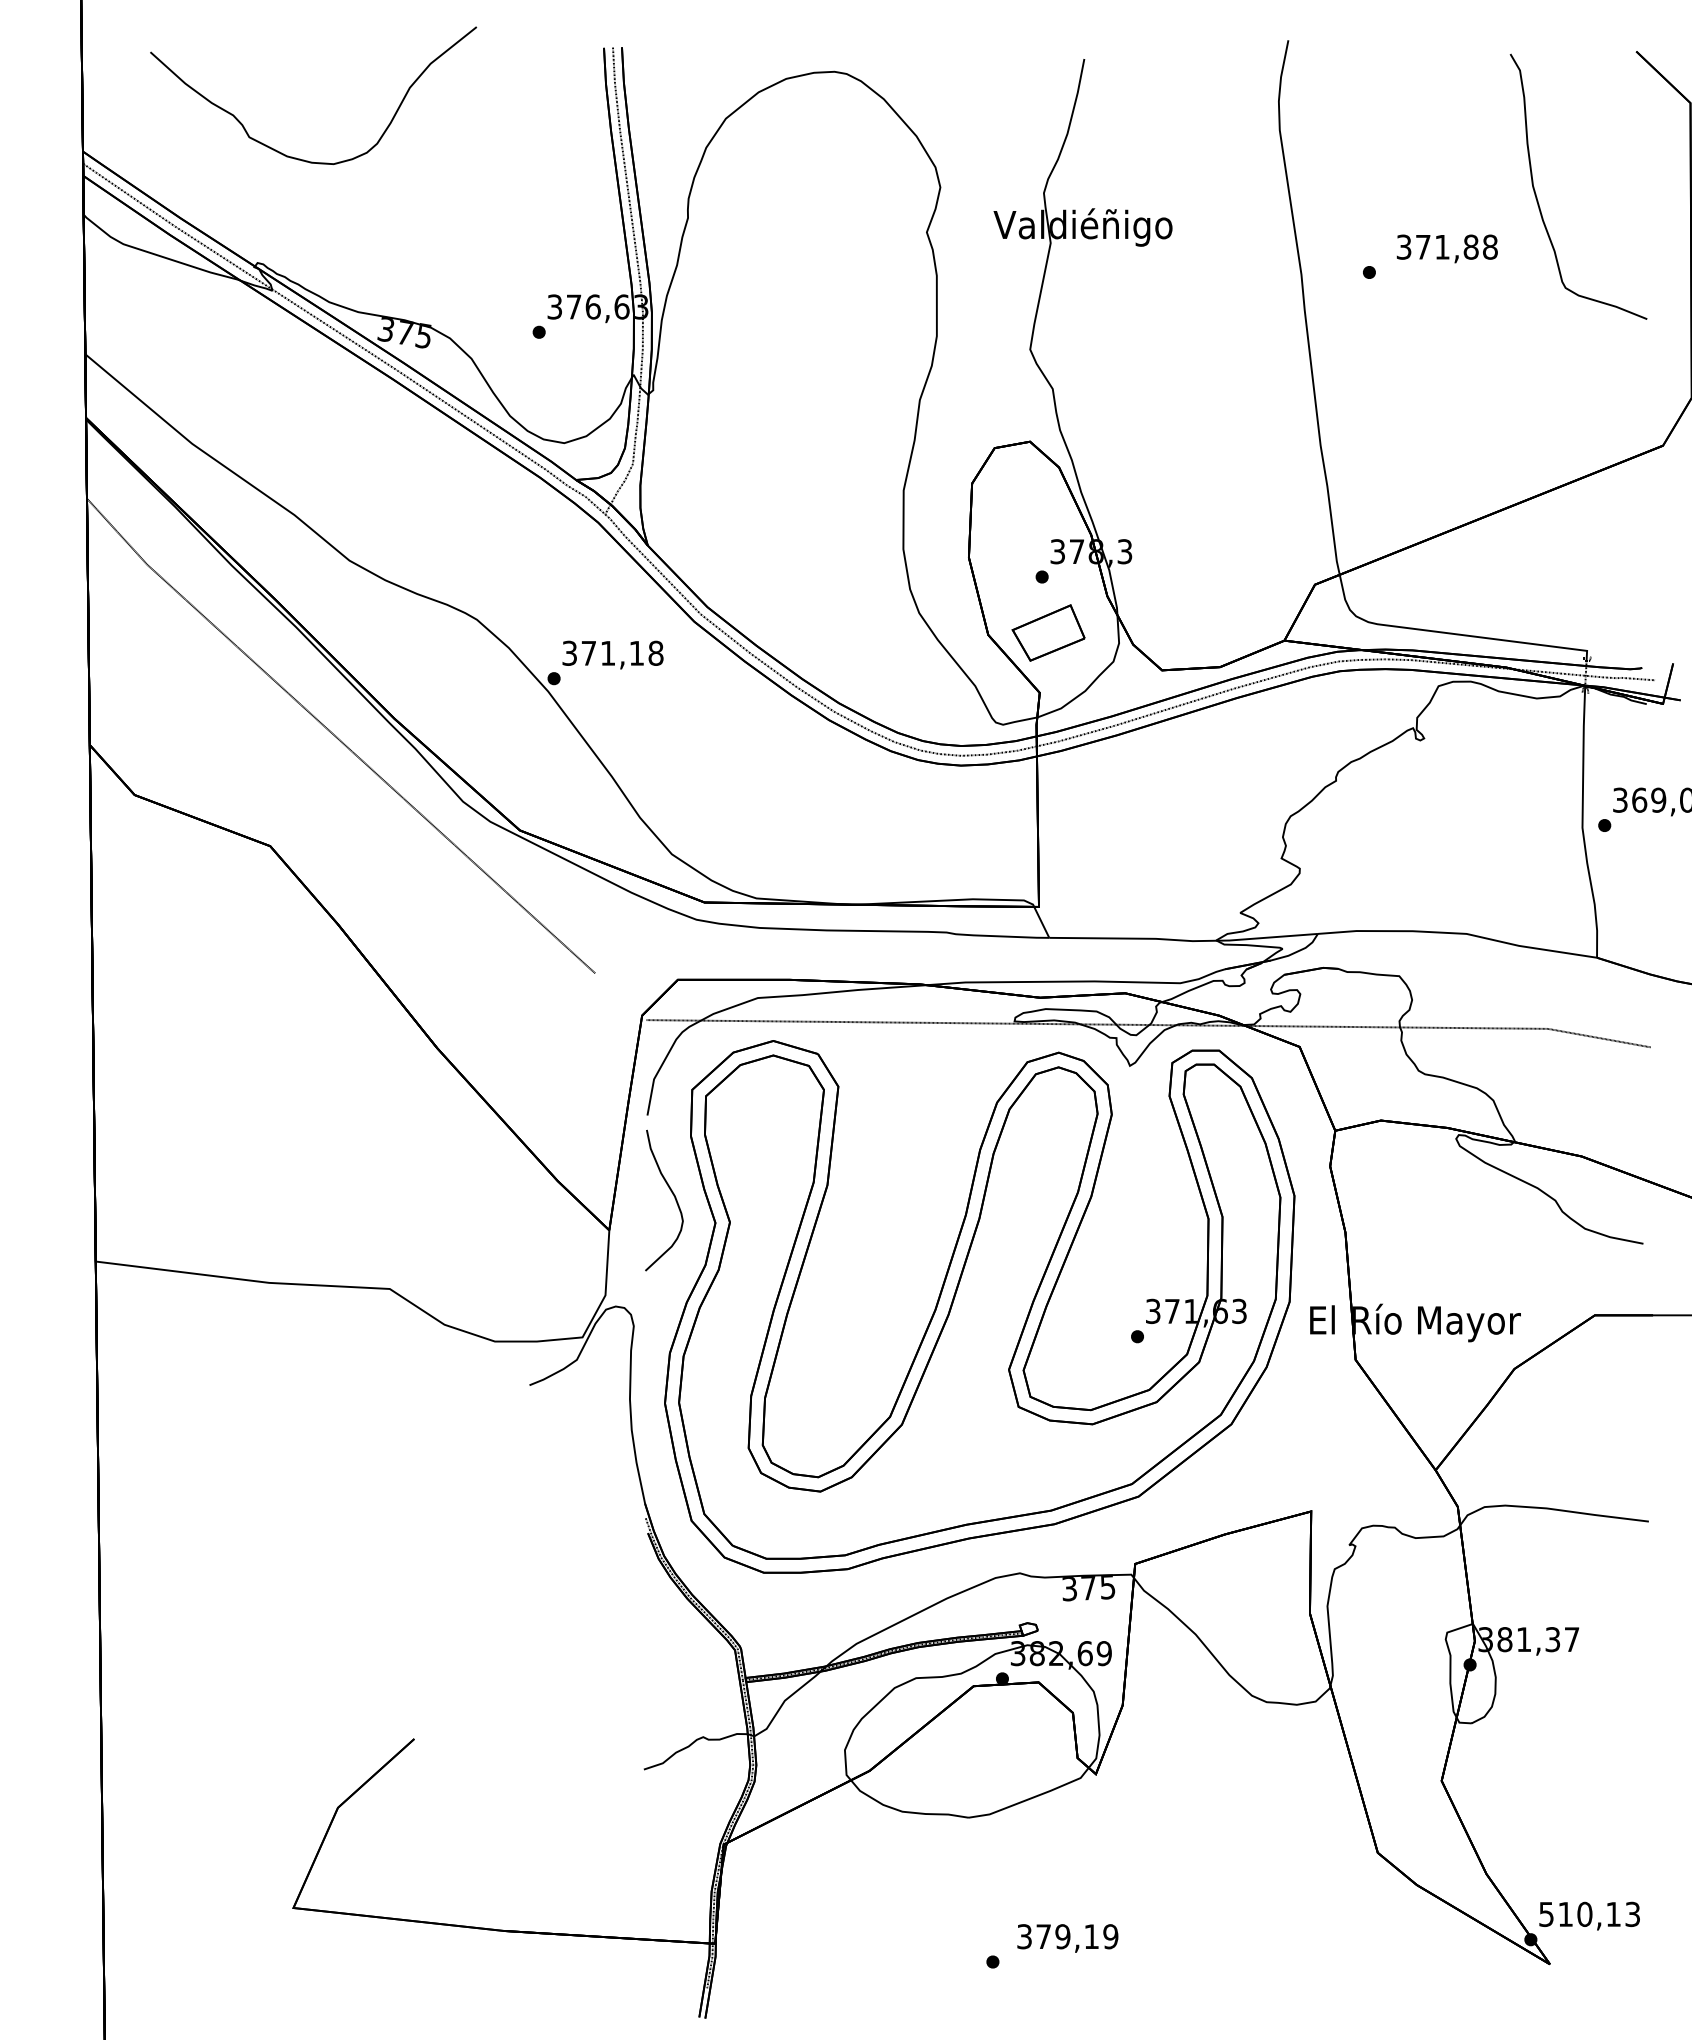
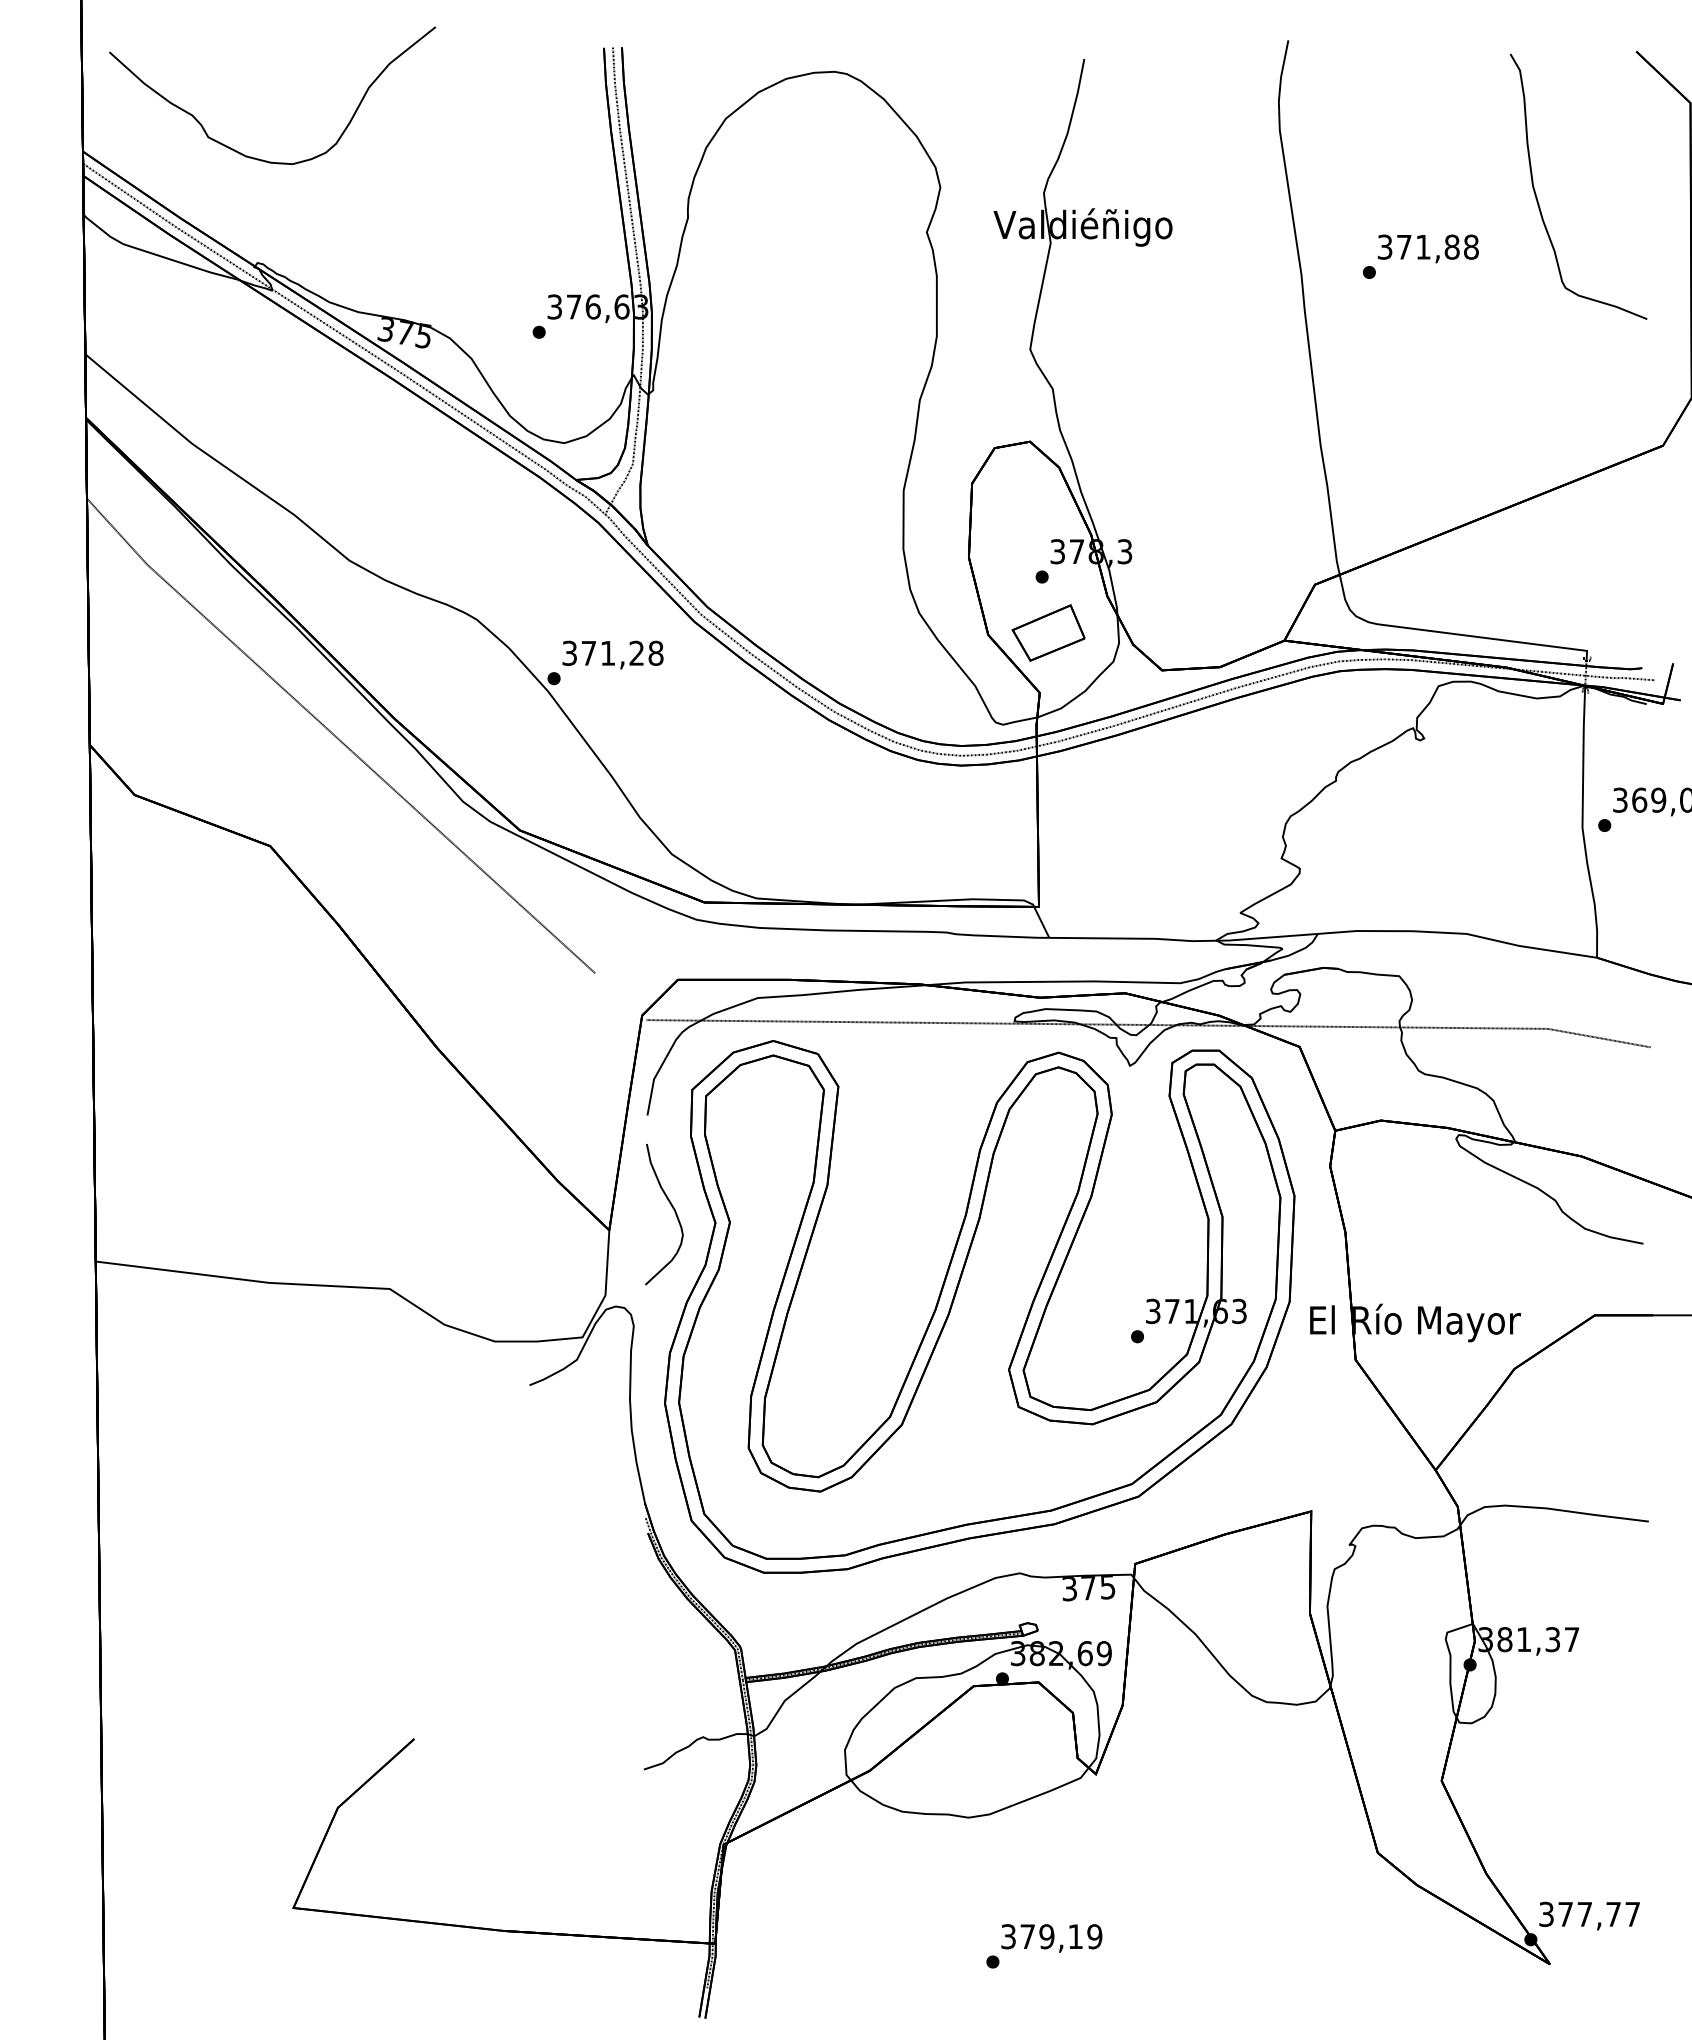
part at (296, 157) position: (296, 157) -> (255, 157)
text at (1446, 248) position: (1446, 248) -> (1427, 248)
text at (636, 652): 371,18 -> 371,28
curve at (673, 1196) position: (673, 1196) -> (673, 1210)
text at (1589, 1914): 510,13 -> 377,77
text at (1067, 1938) position: (1067, 1938) -> (1051, 1938)
